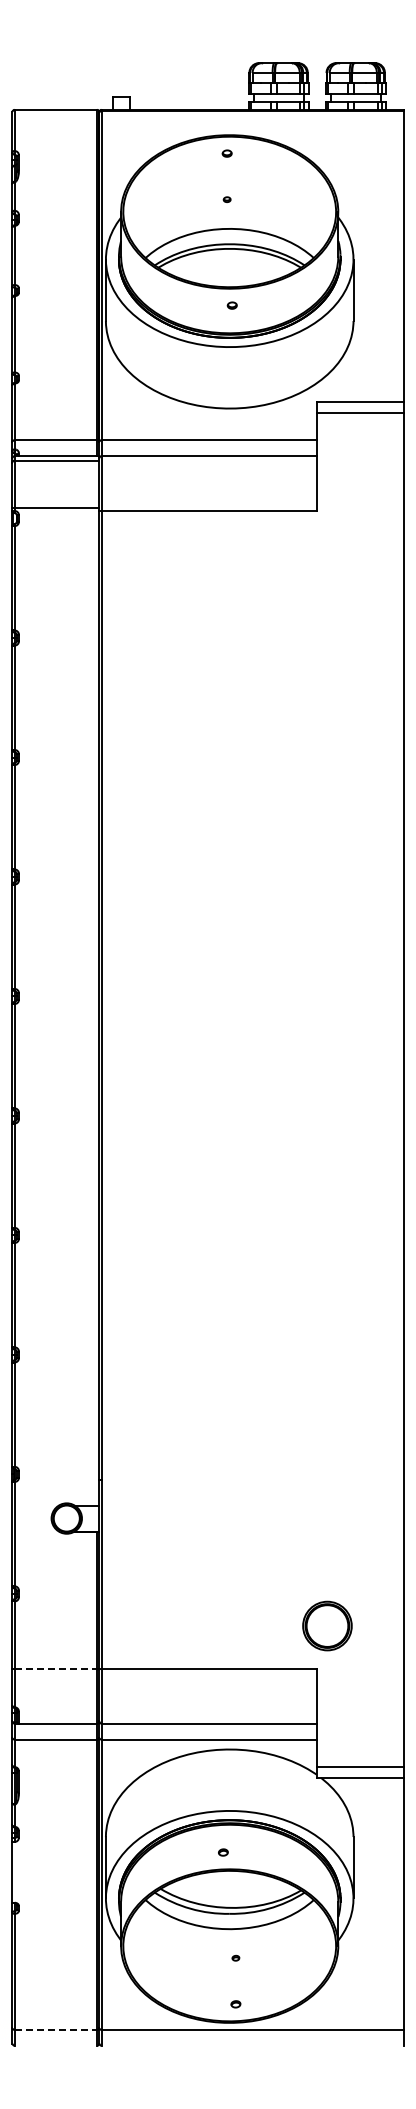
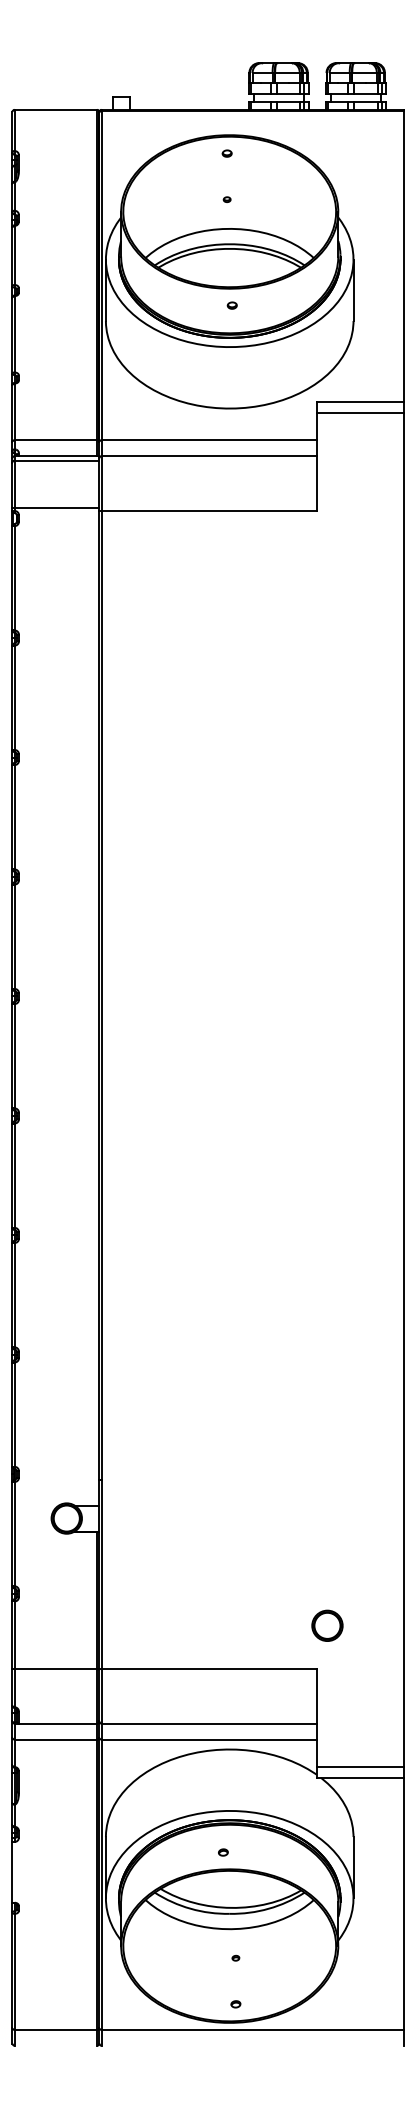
part at (327, 1625) size: 51x52 px -> 33x33 px
line at (56, 1669): dashed -> solid
line at (56, 2029): dashed -> solid
